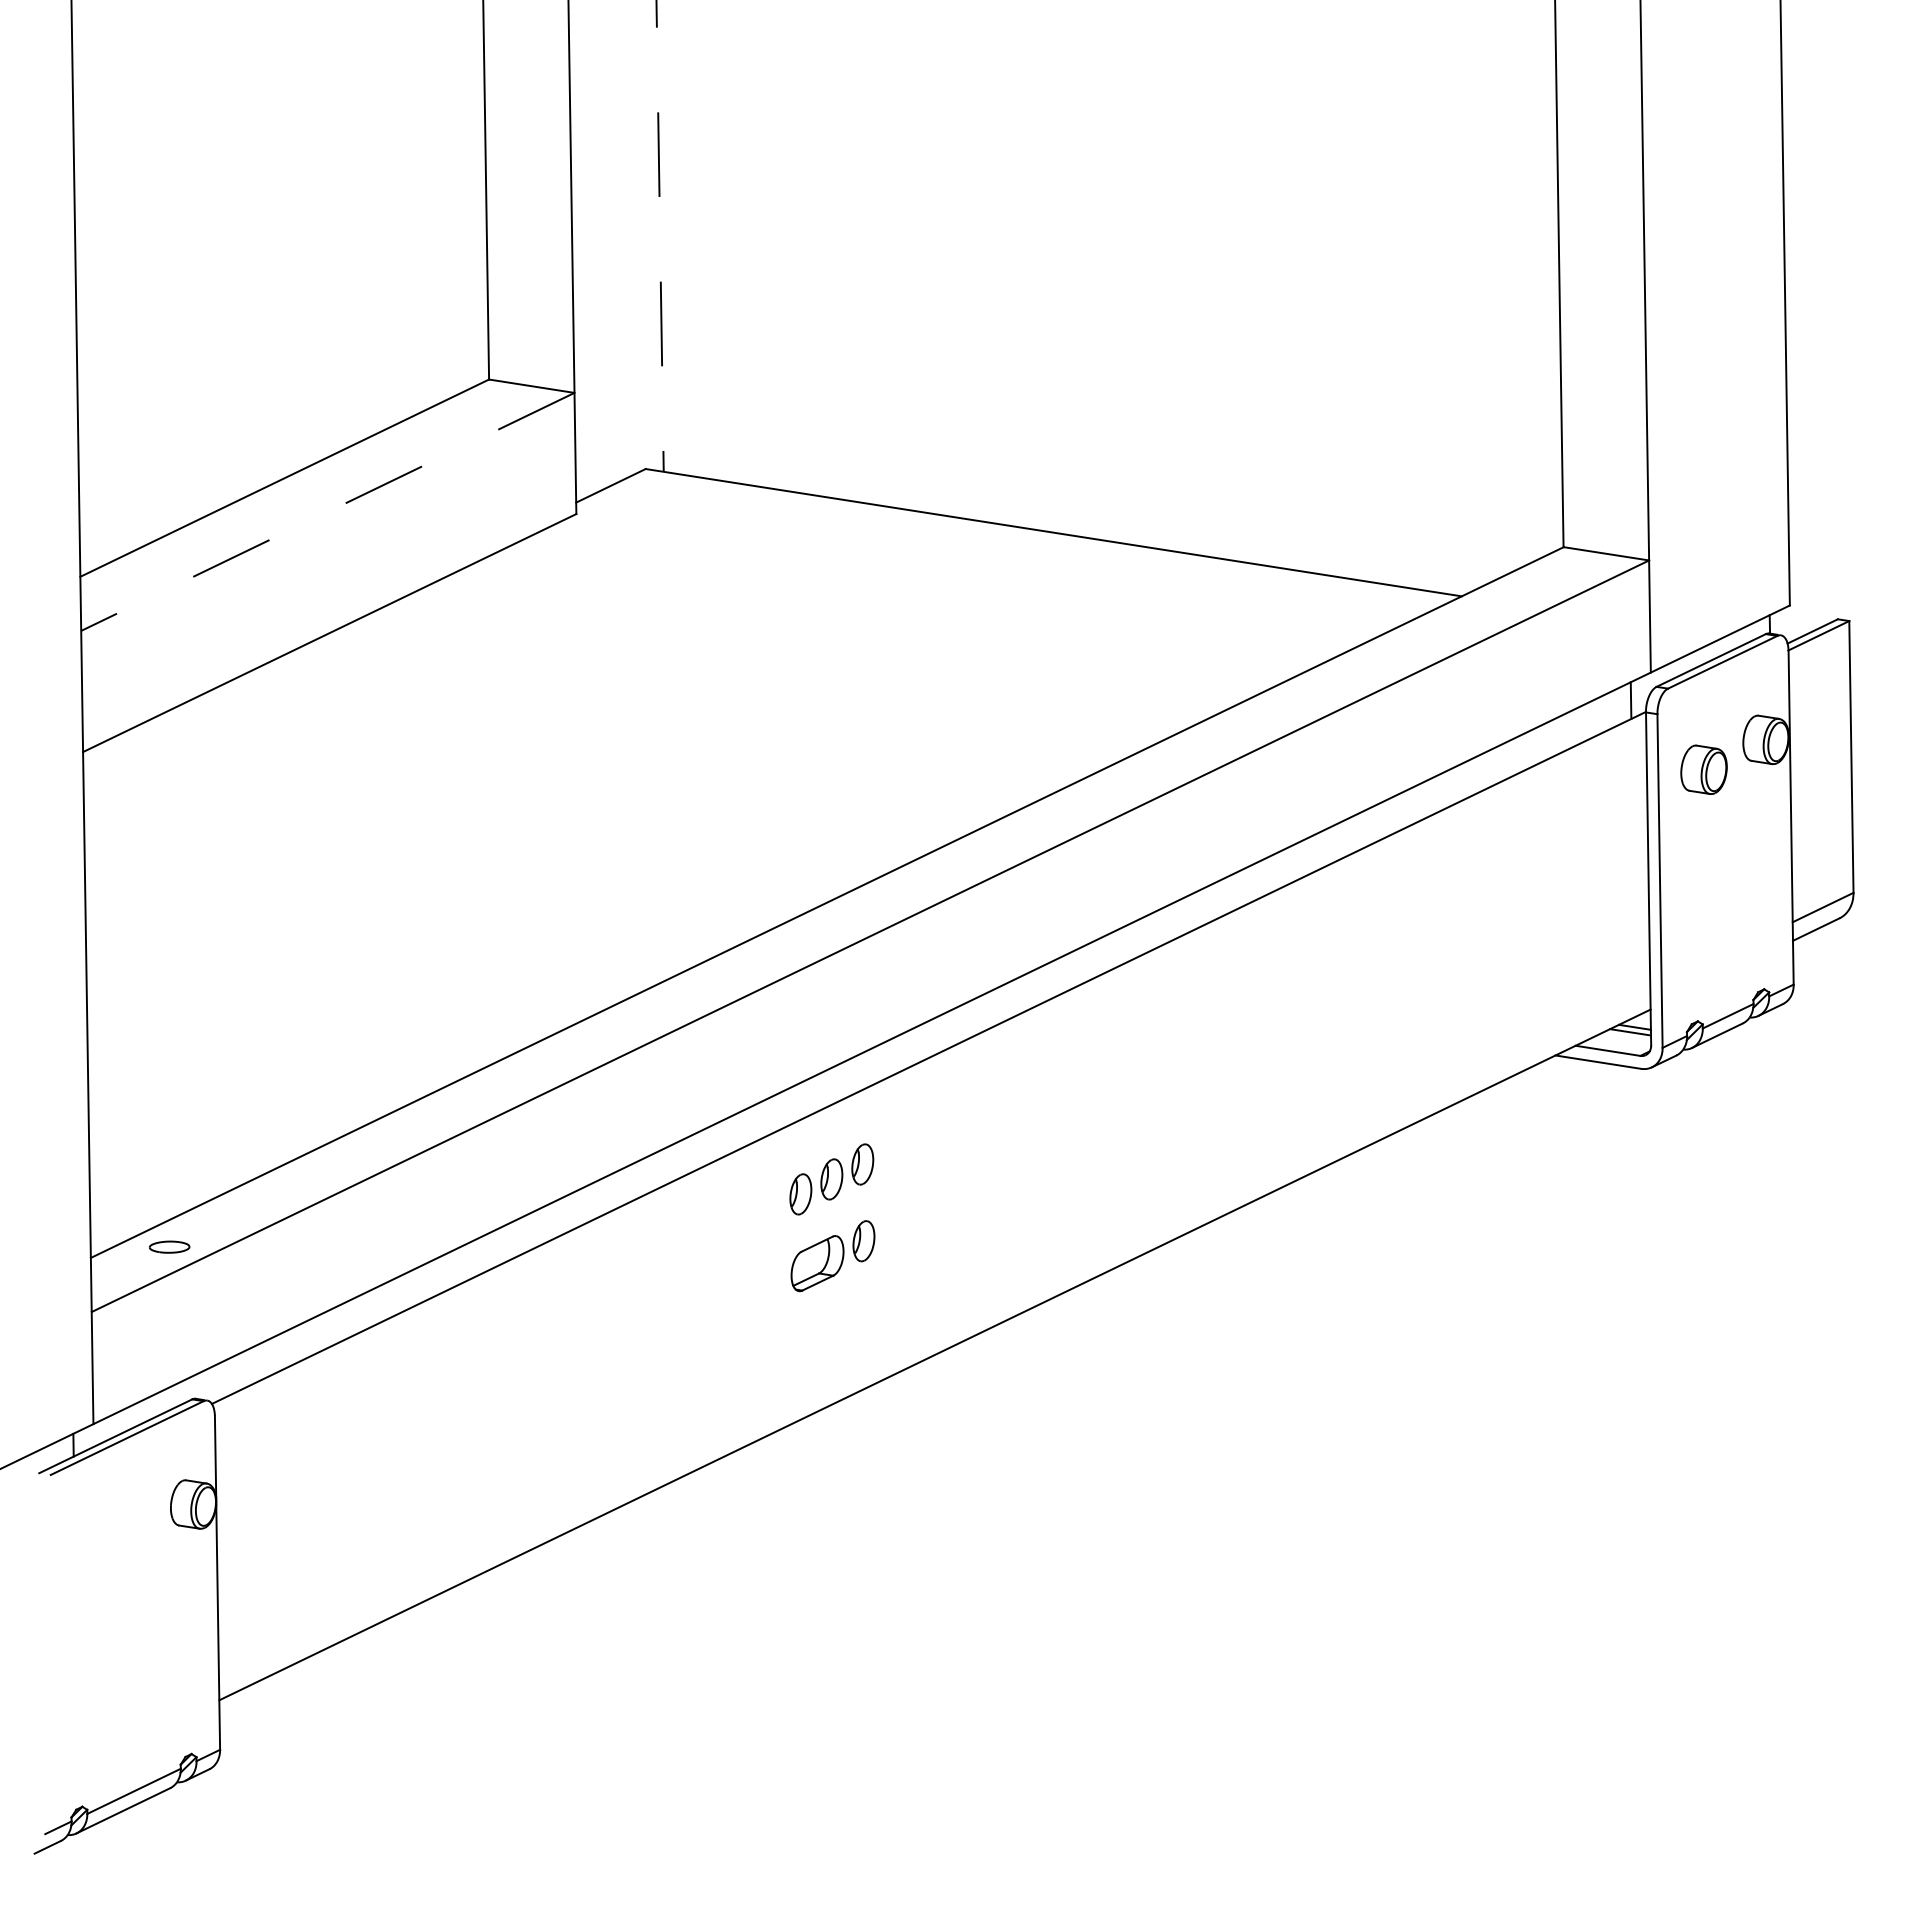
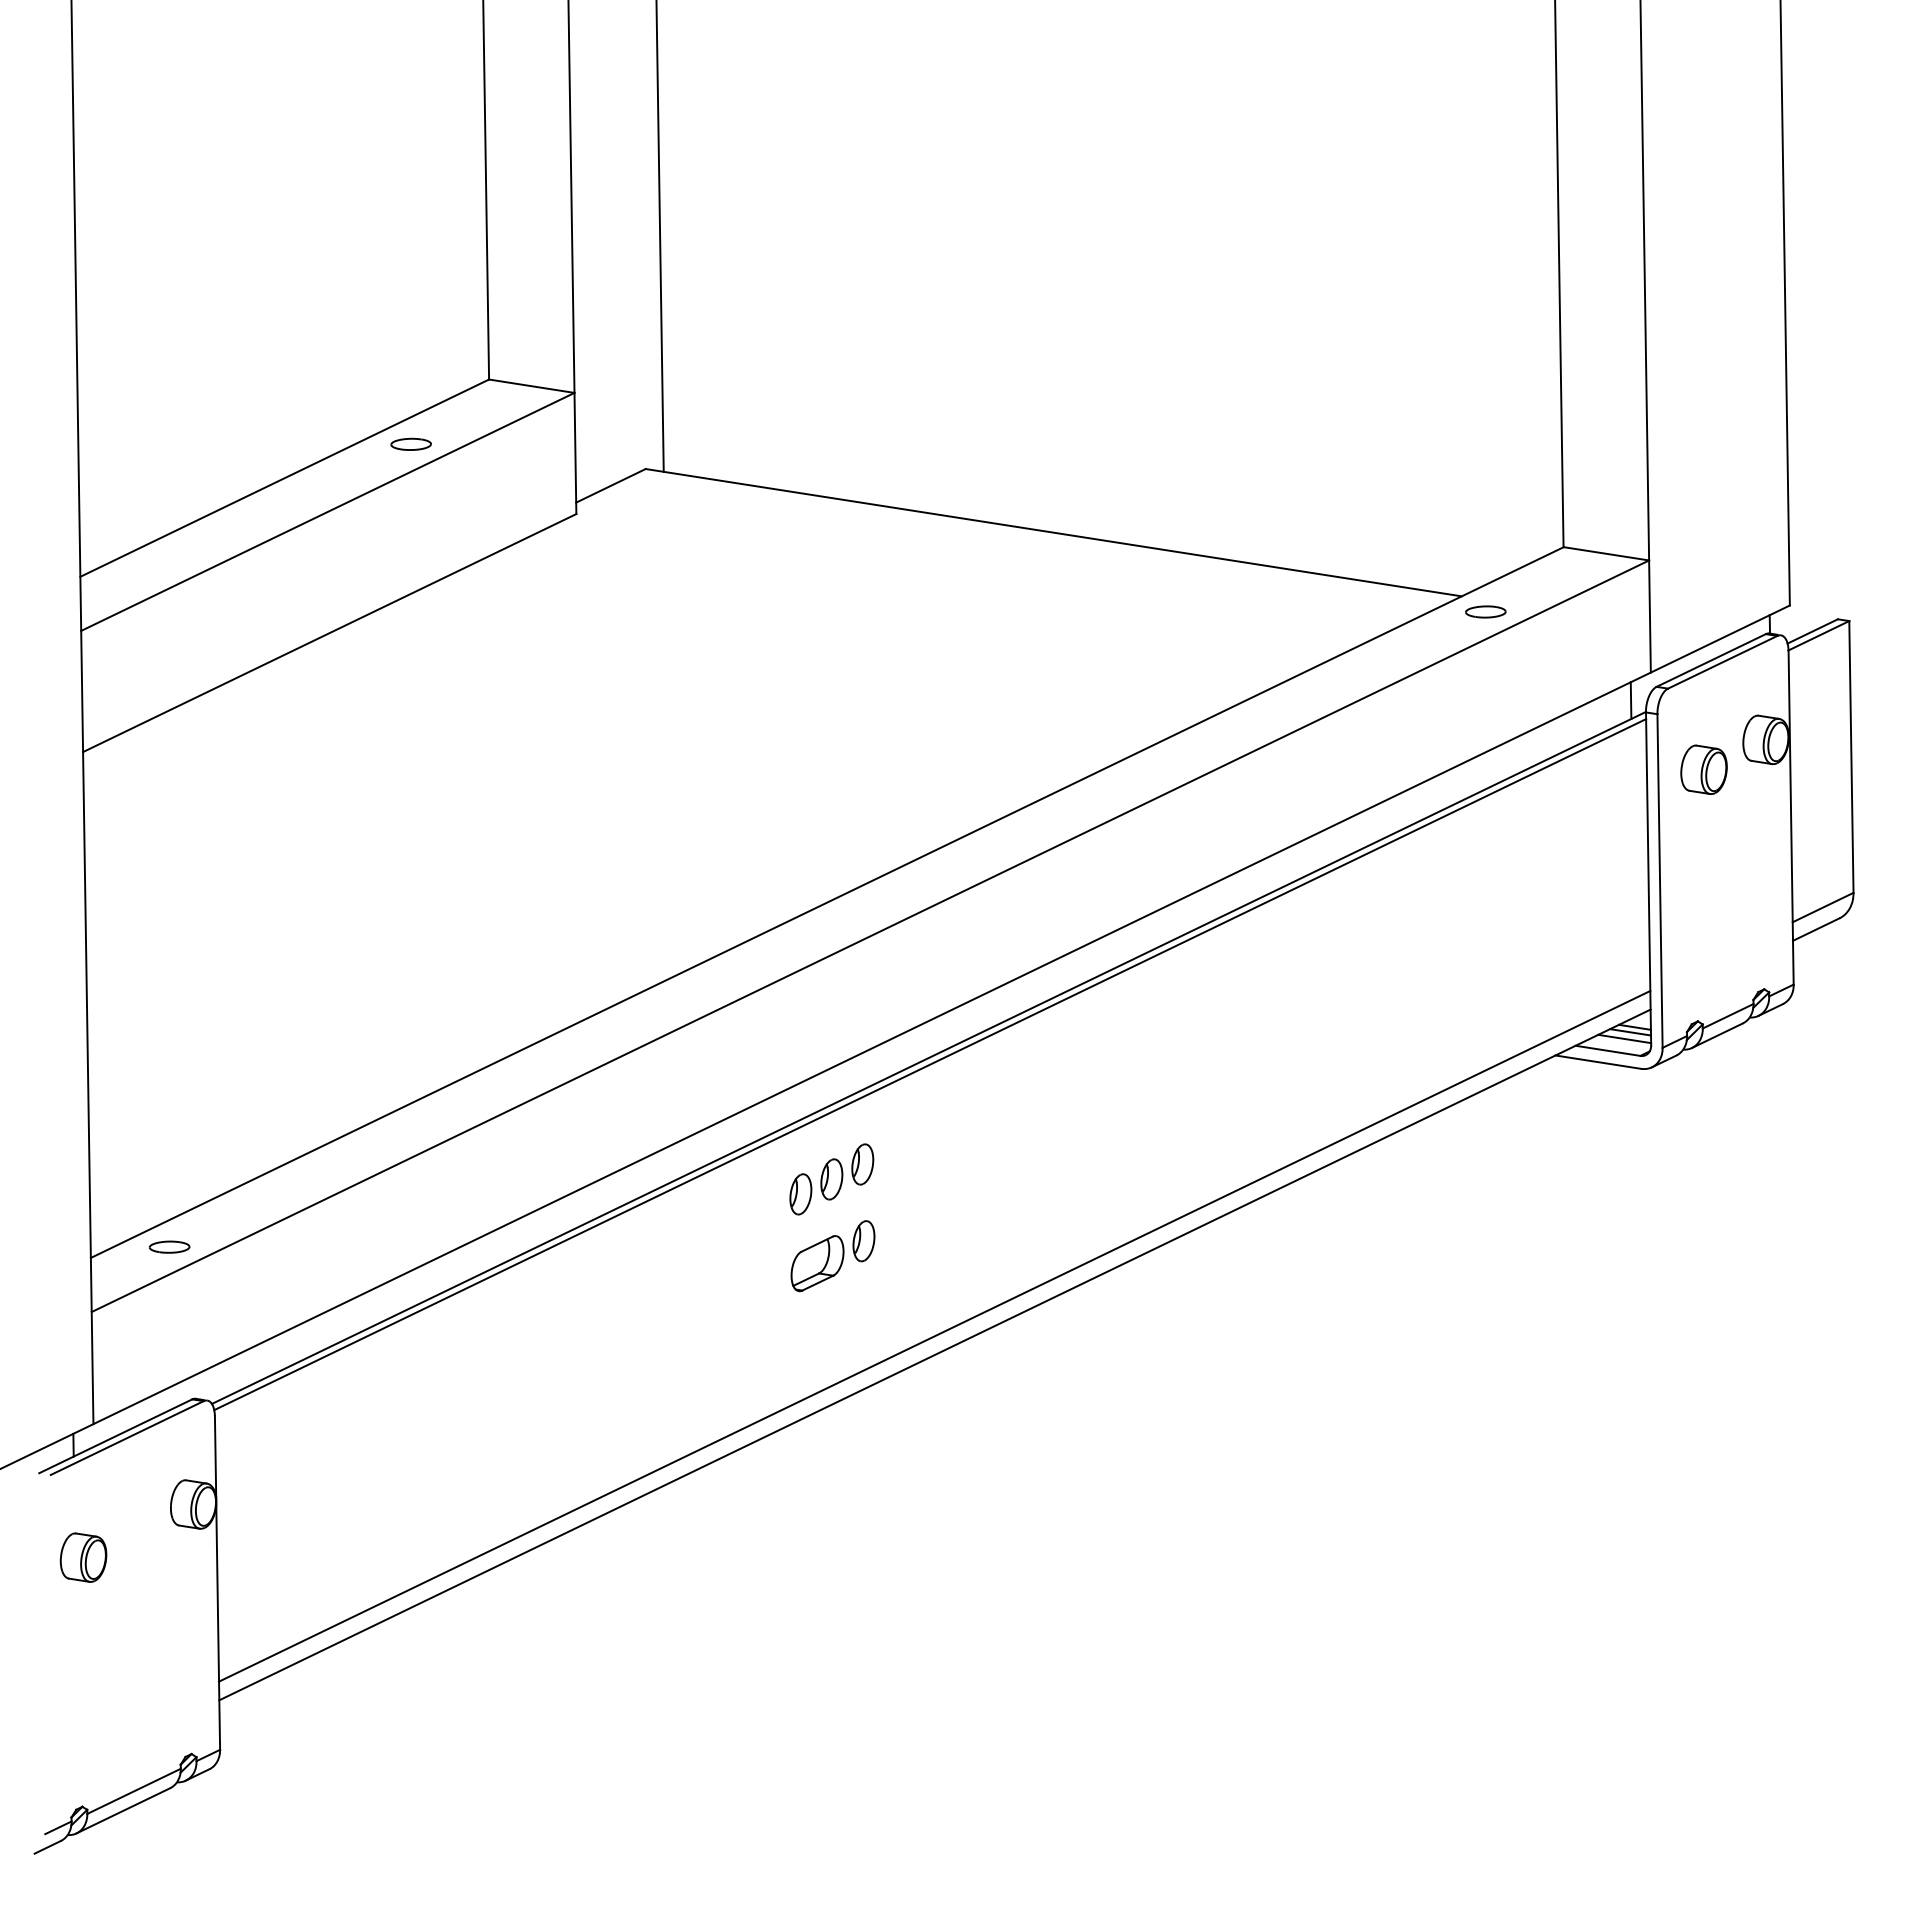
line at (660, 236): dashed -> solid
part at (410, 443): none -> present
line at (327, 511): dashed -> solid
part at (1485, 611): none -> present
line at (1624, 1038): none -> present
line at (930, 1064): none -> present
line at (934, 1335): none -> present
part at (83, 1557): none -> present
